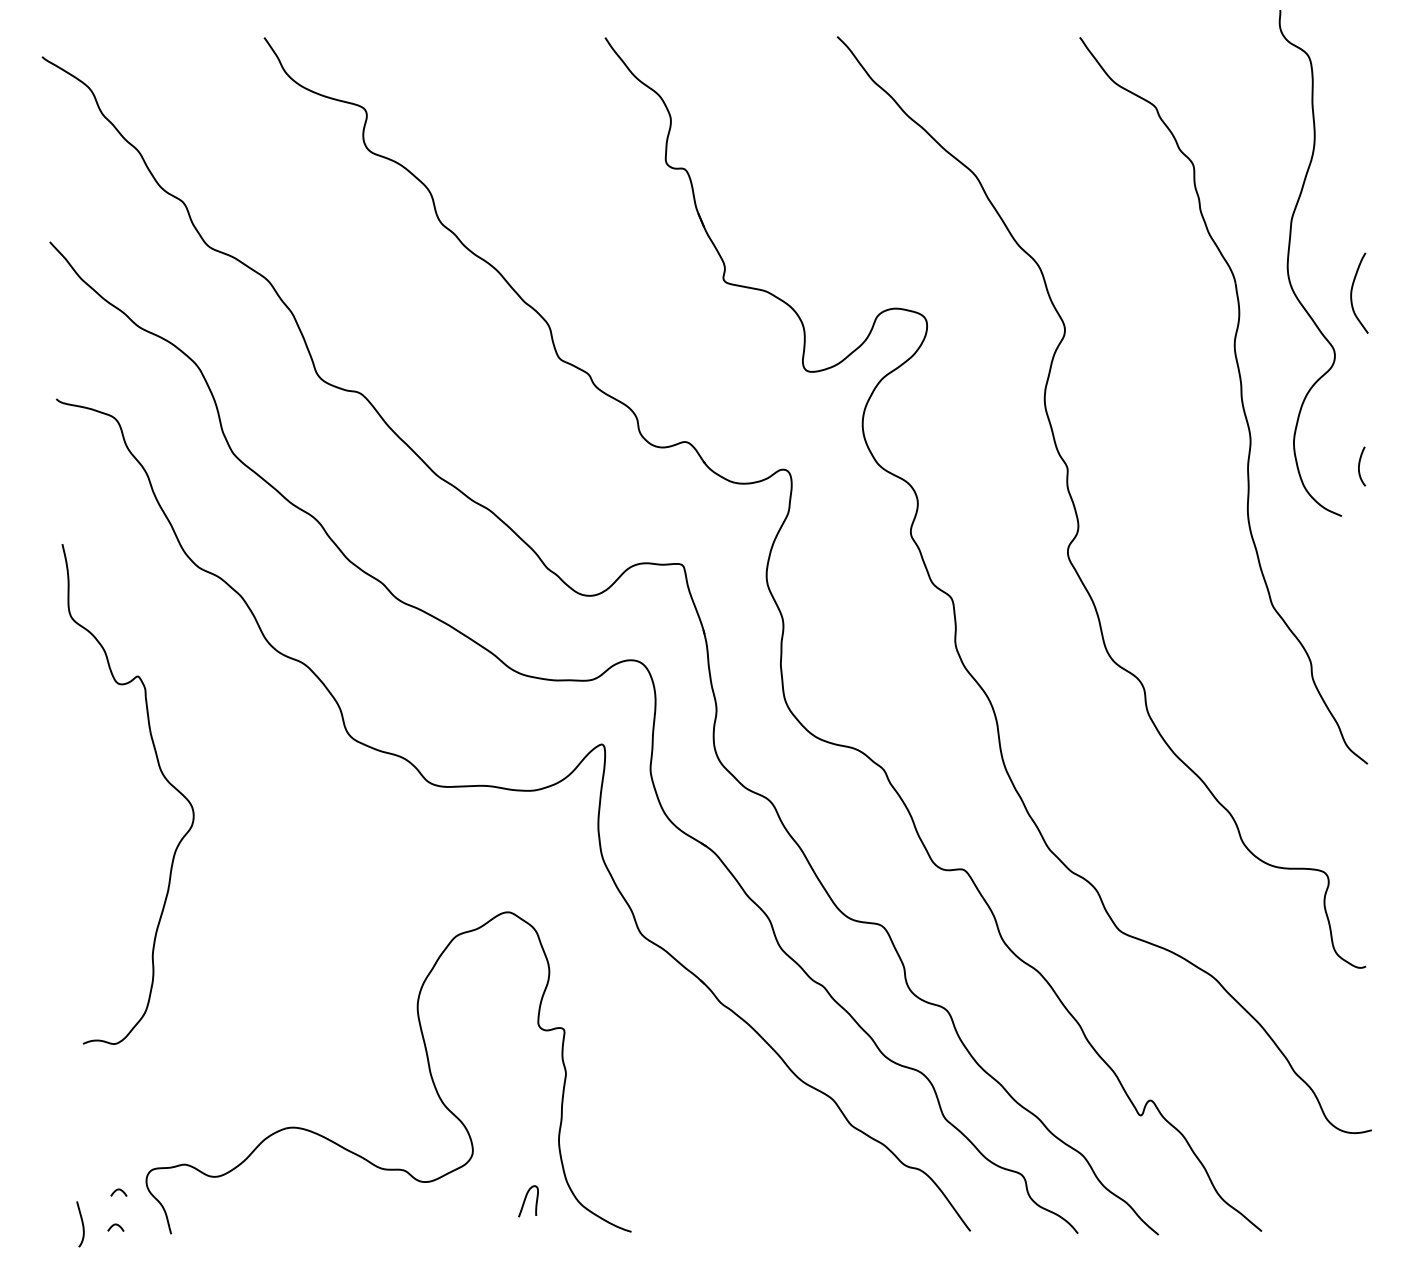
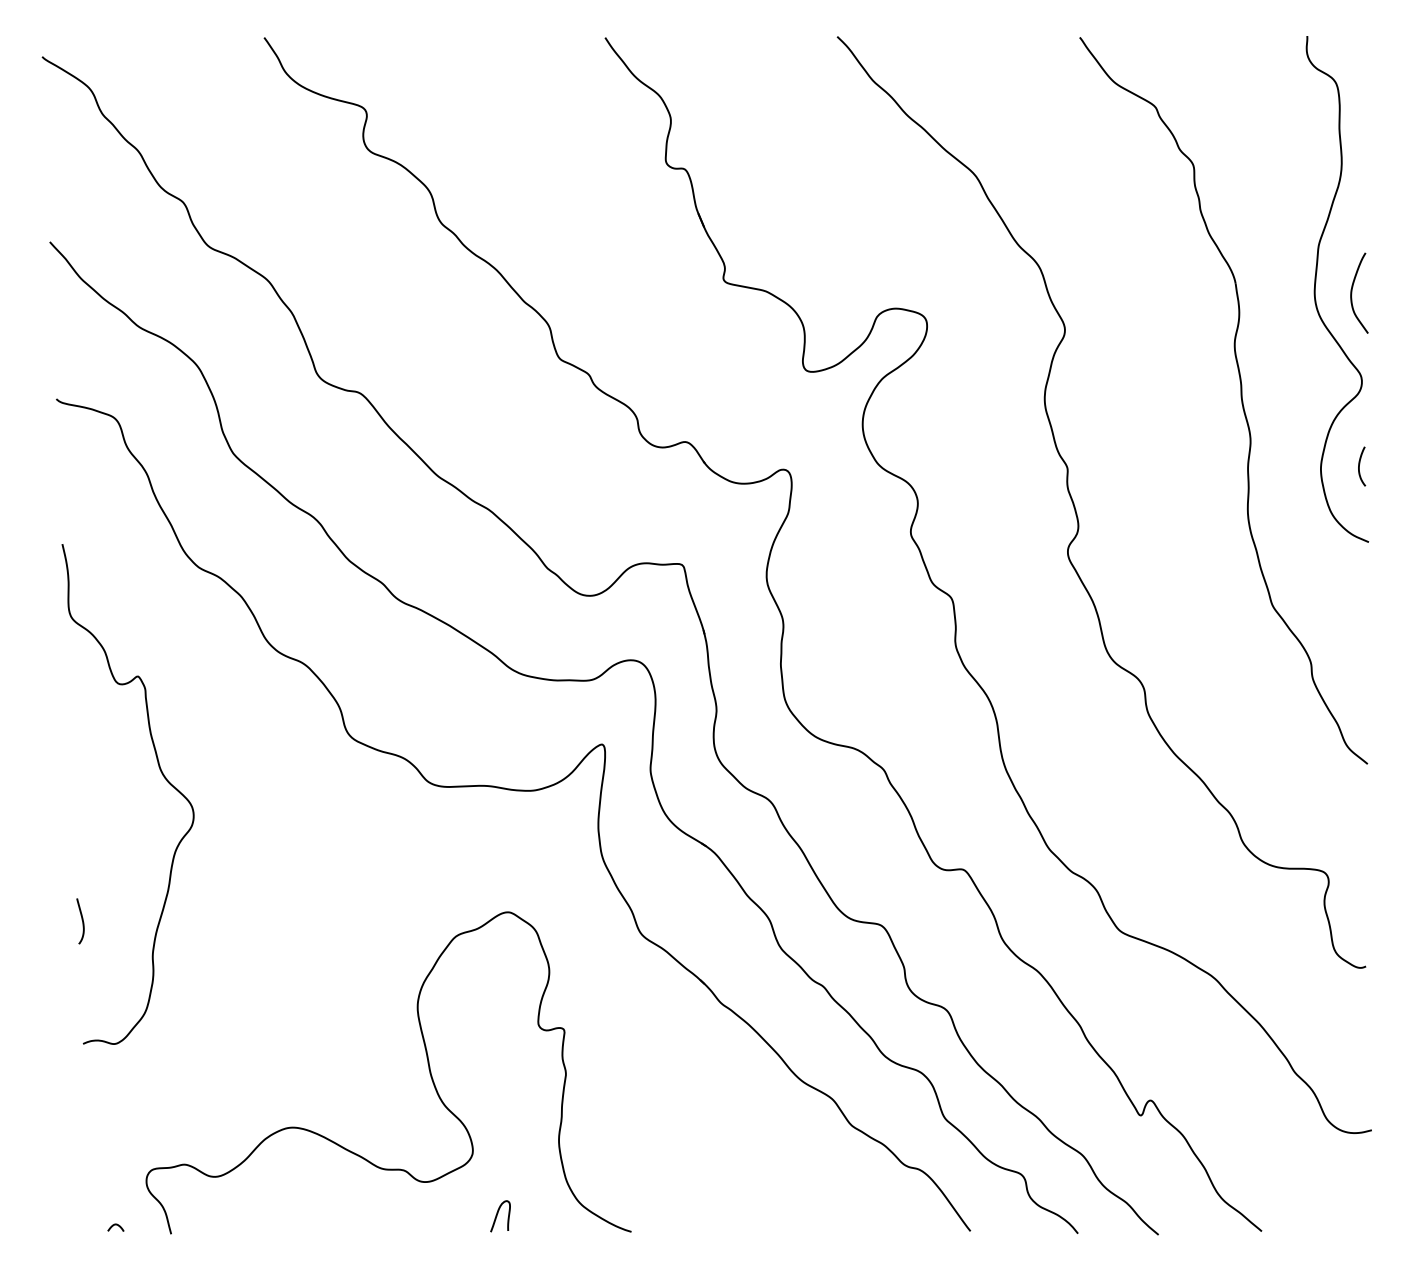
curve at (1288, 263) position: (1288, 263) -> (1315, 289)
curve at (118, 1190): present -> none
curve at (525, 1201) position: (525, 1201) -> (497, 1216)
curve at (81, 1223) position: (81, 1223) -> (81, 920)
